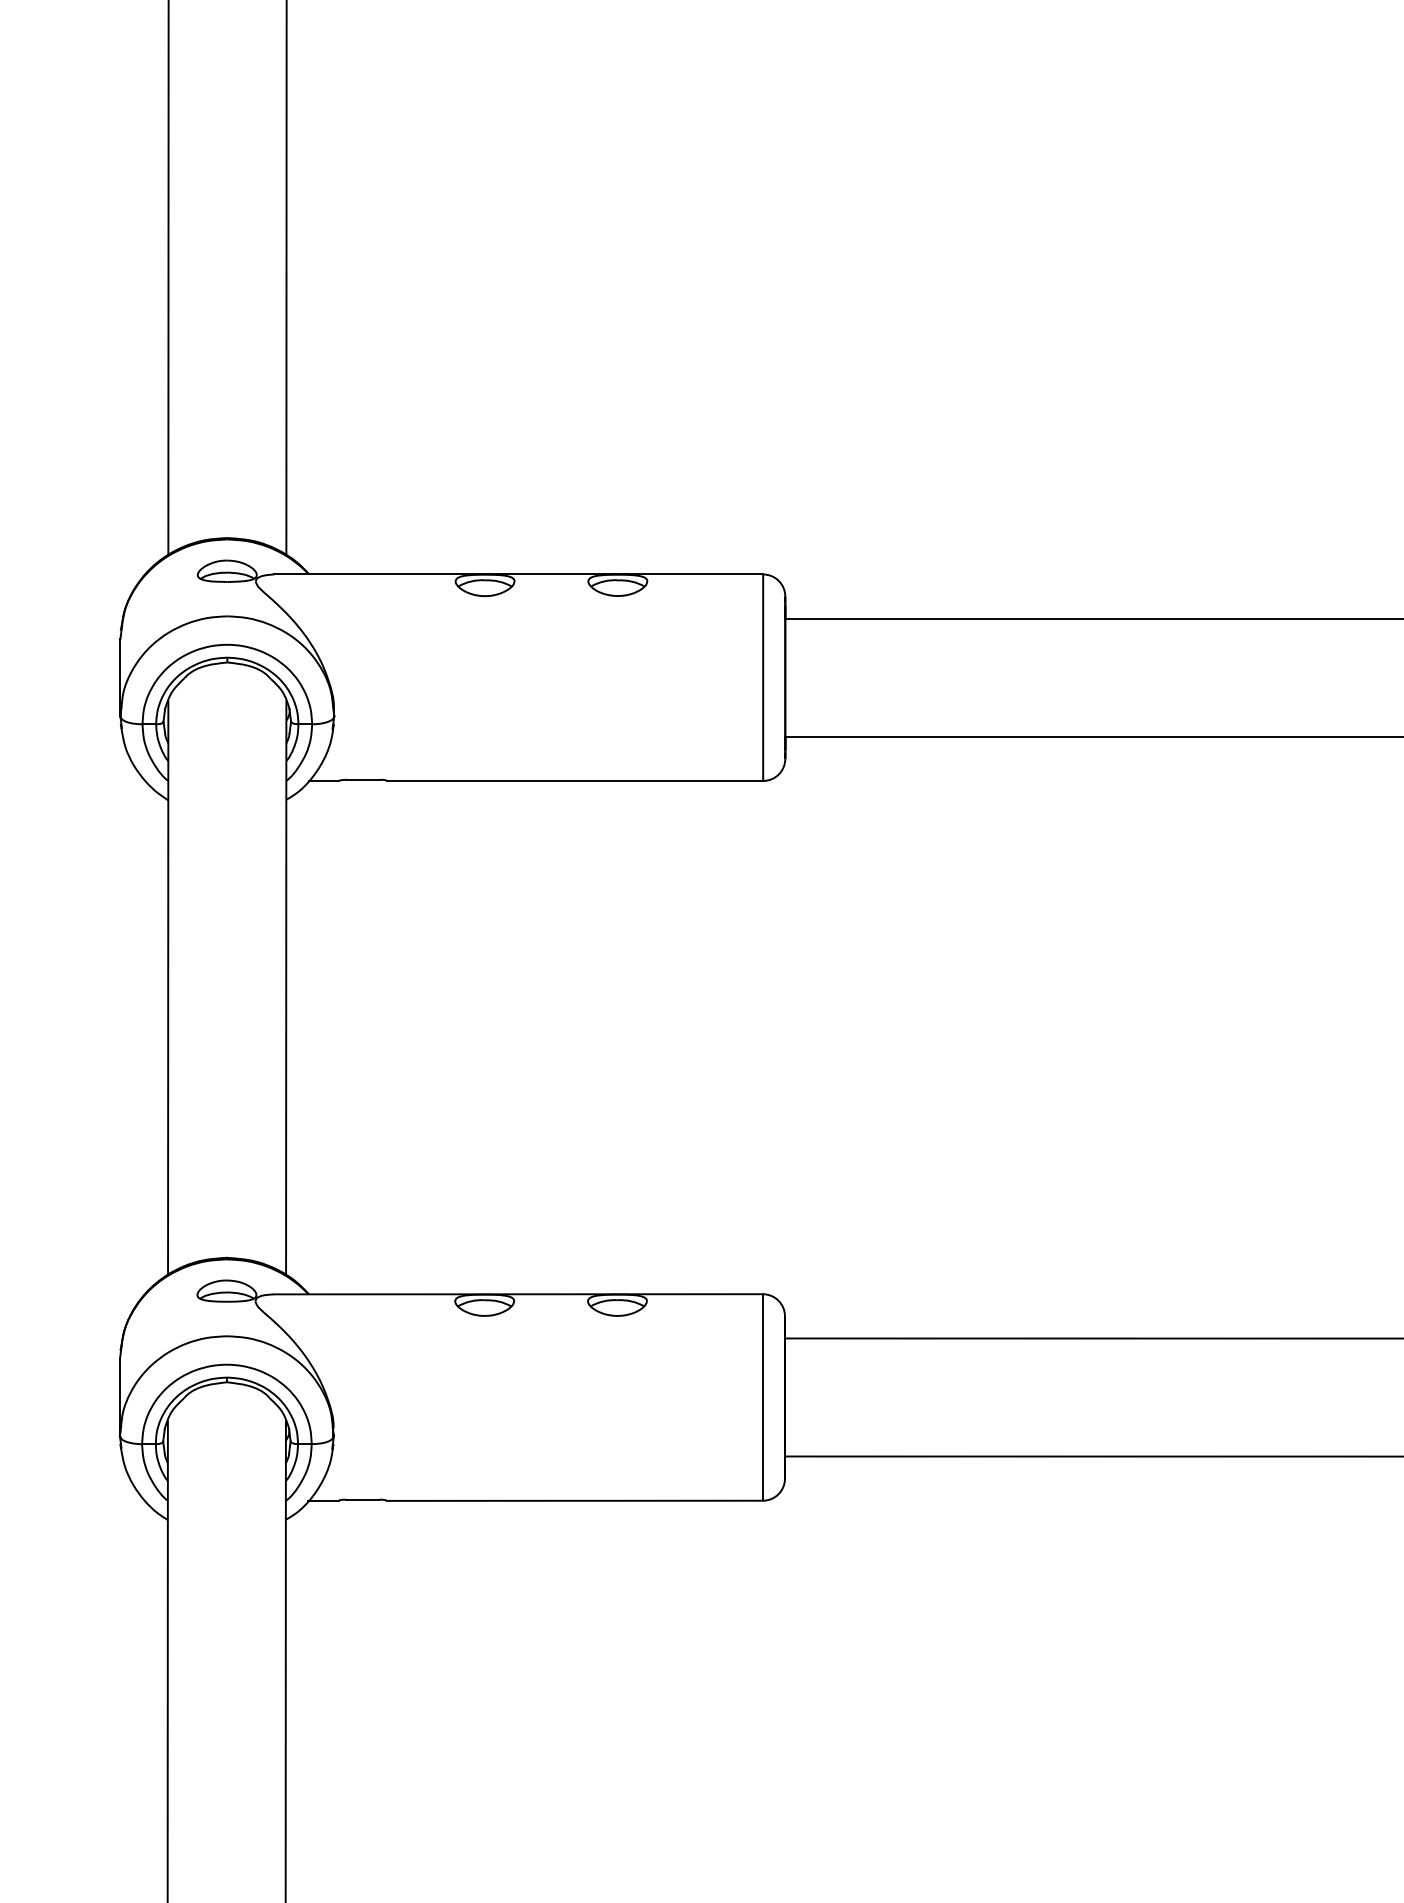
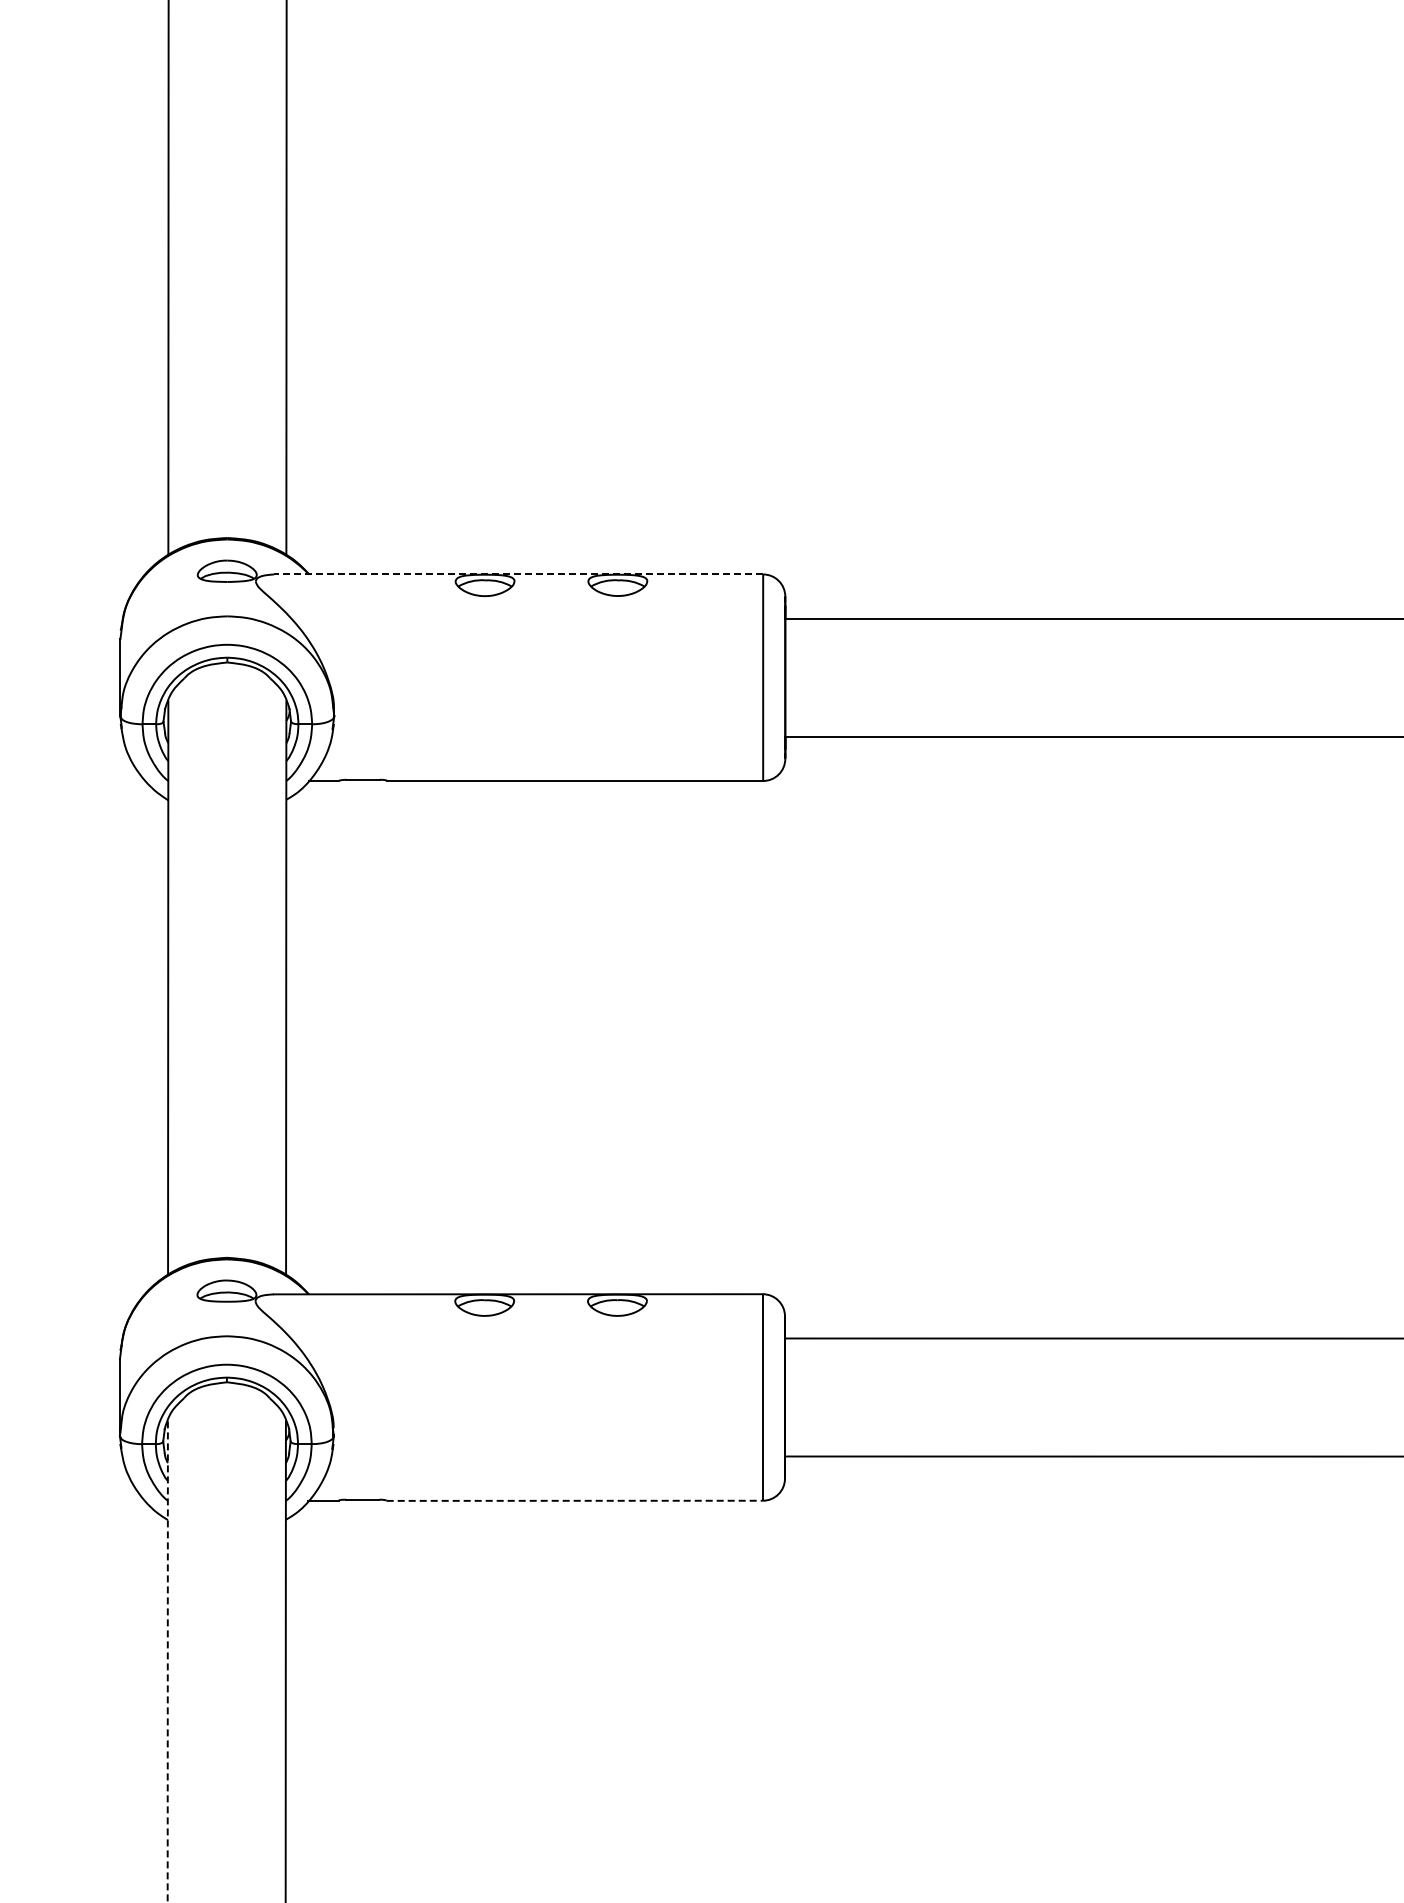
line at (518, 574): solid -> dashed
line at (575, 1500): solid -> dashed
line at (167, 1662): solid -> dashed
